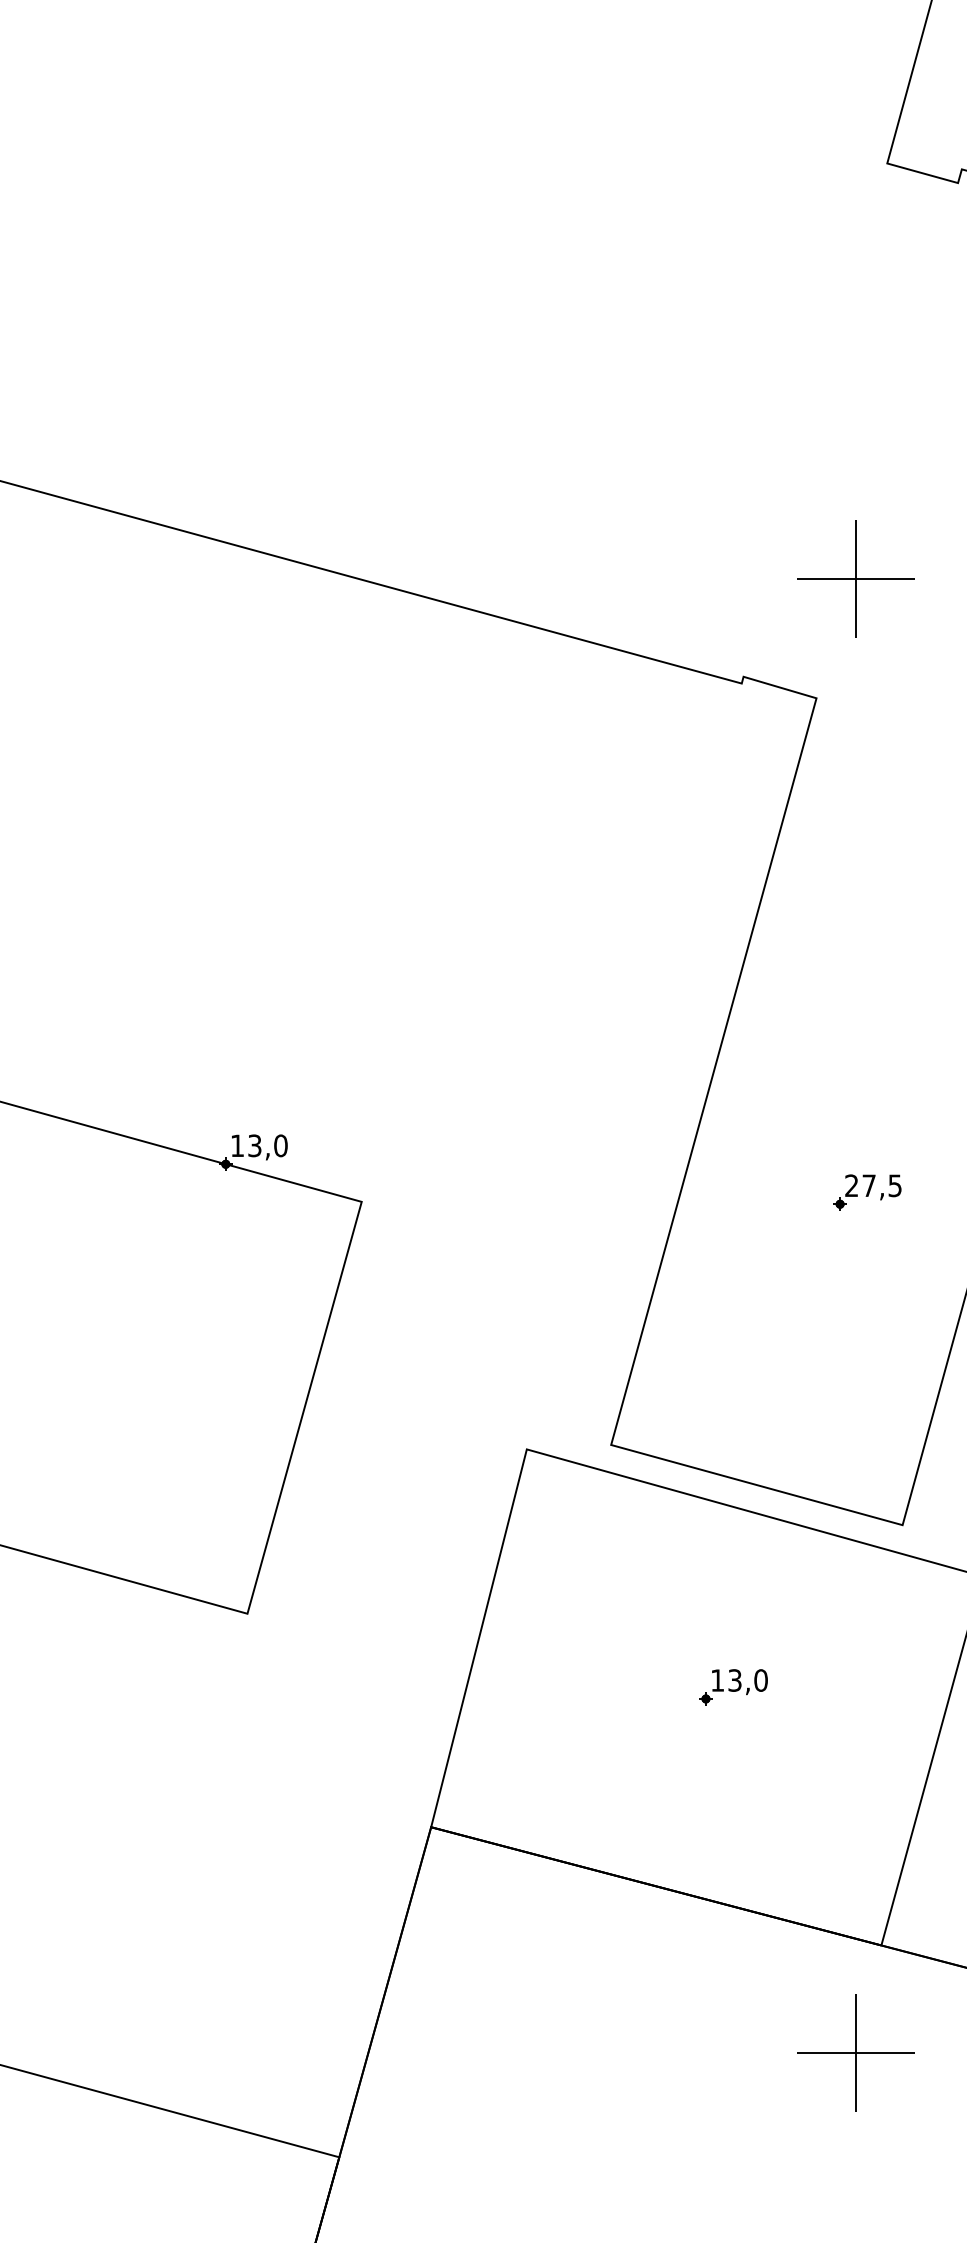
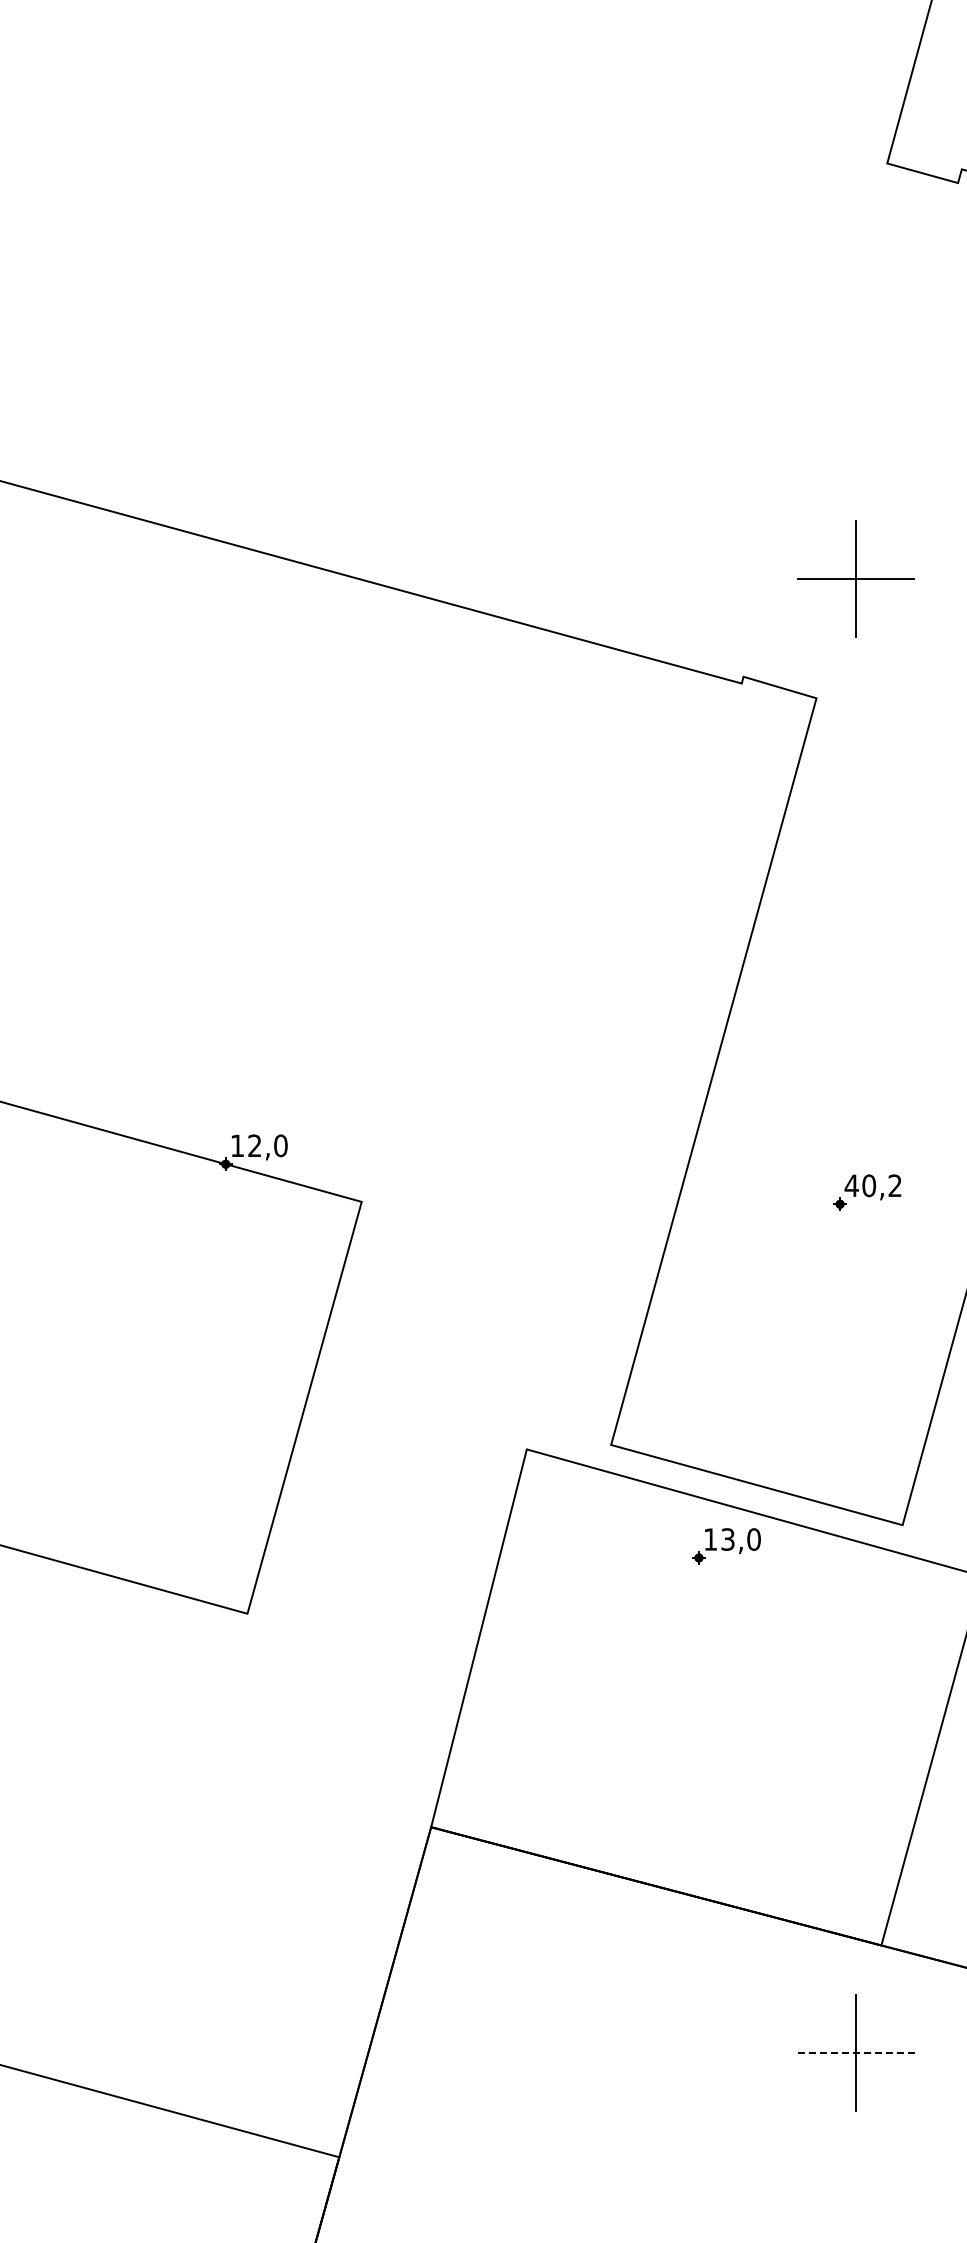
text at (254, 1145): 13,0 -> 12,0
text at (872, 1185): 27,5 -> 40,2
part at (733, 1687) position: (733, 1687) -> (726, 1546)
line at (856, 2052): solid -> dashed
